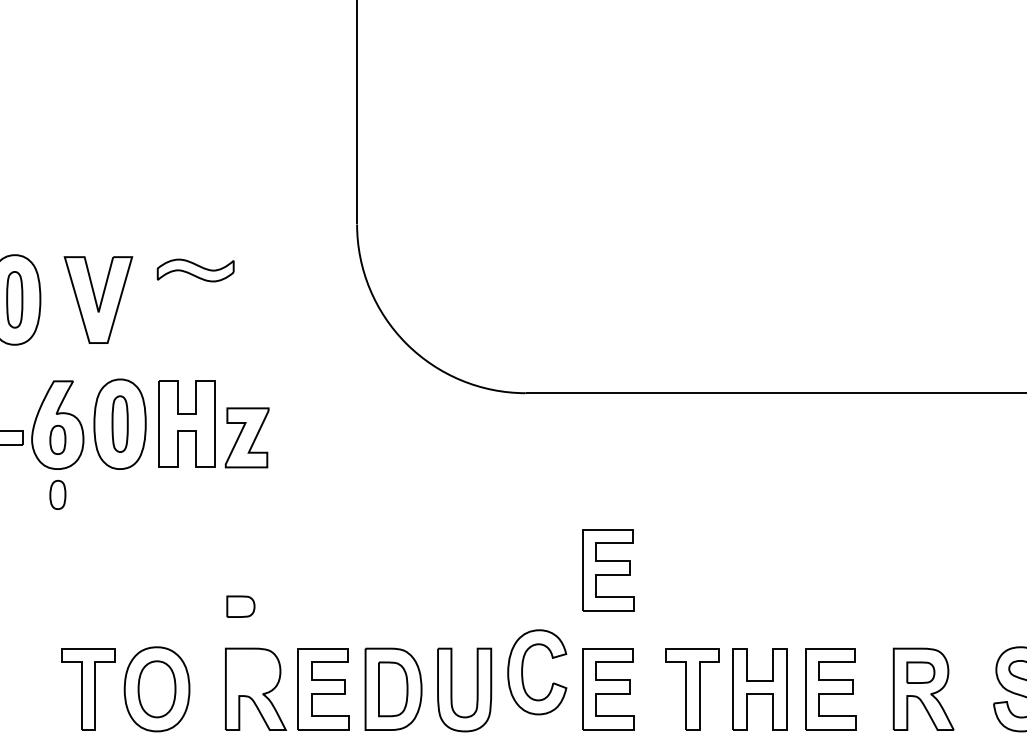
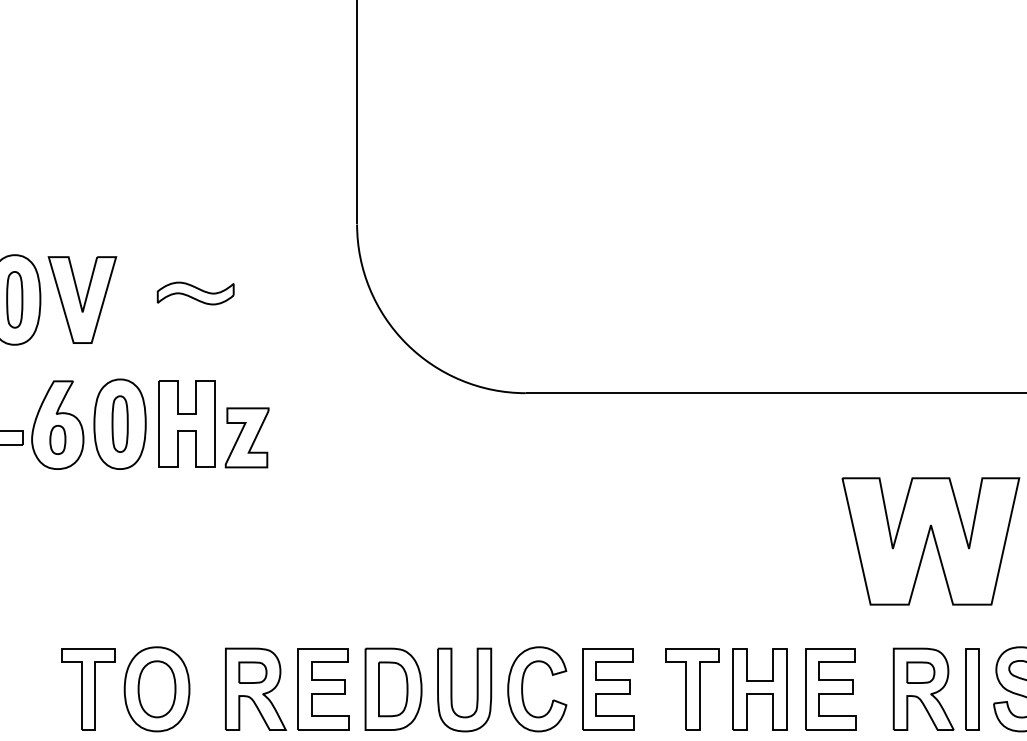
part at (195, 270) position: (195, 270) -> (195, 293)
part at (98, 299) position: (98, 299) -> (82, 299)
part at (57, 494): present -> none
part at (930, 541): none -> present
part at (608, 570): present -> none
part at (240, 606) position: (240, 606) -> (252, 672)
part at (523, 676) position: (523, 676) -> (523, 693)
part at (972, 689): none -> present
